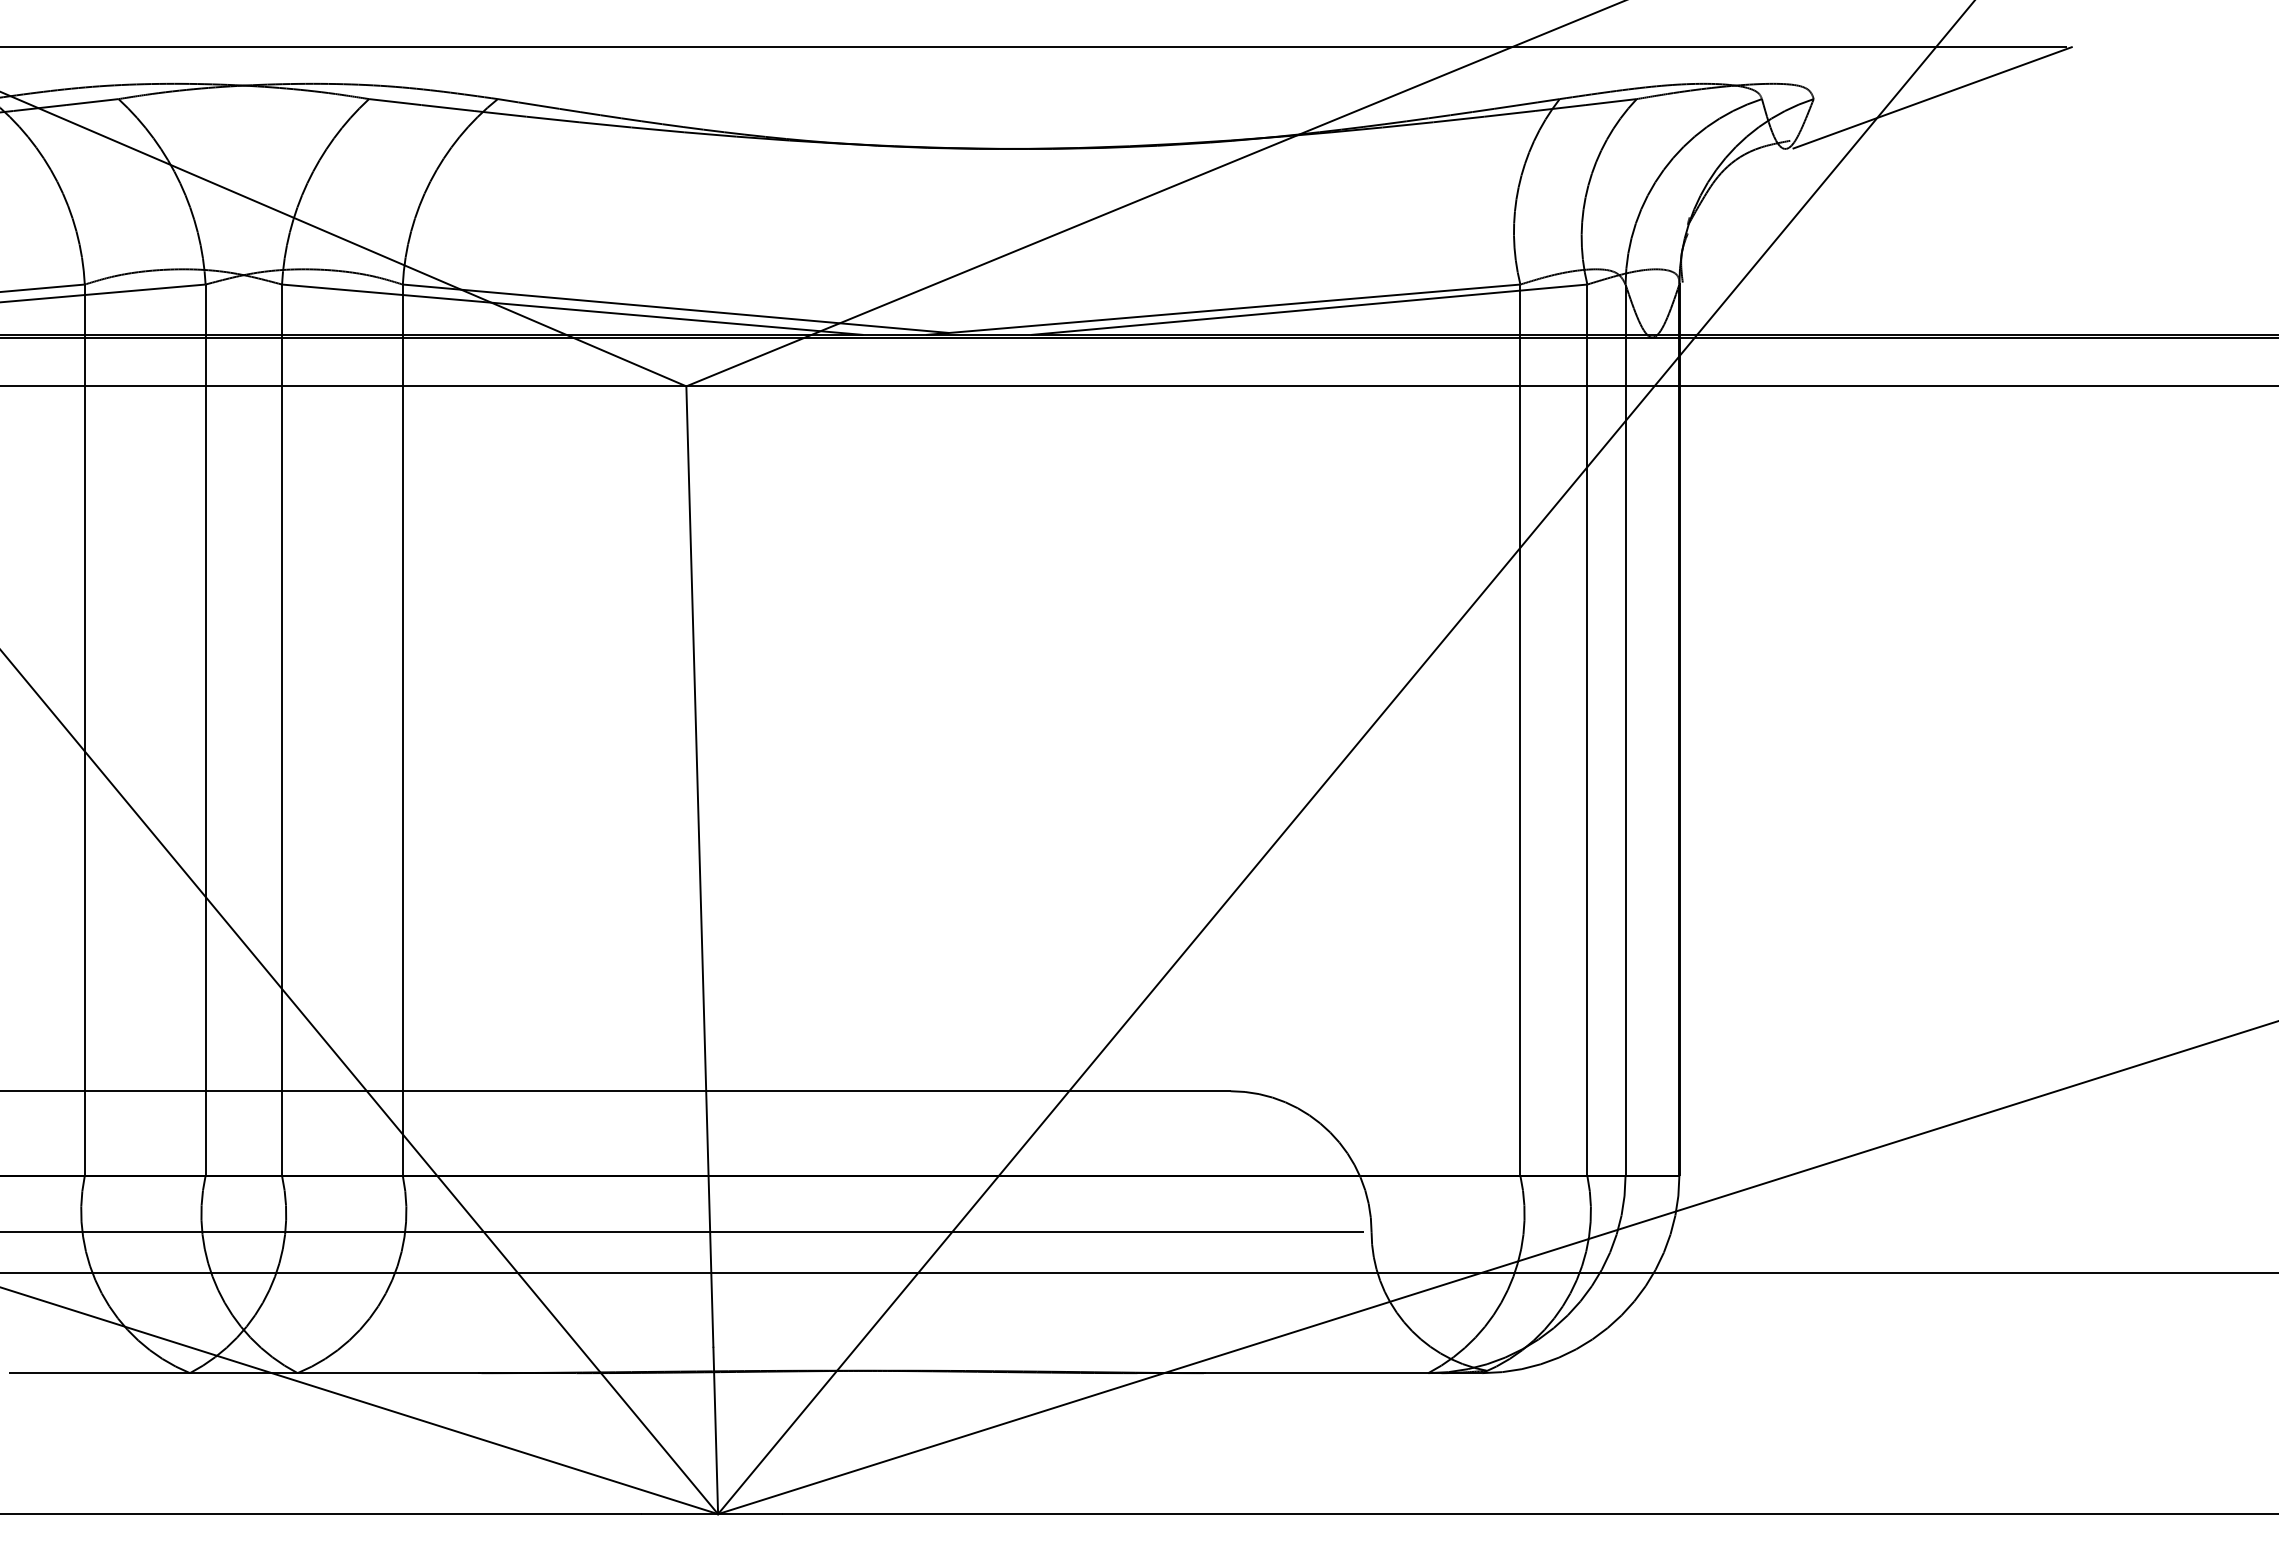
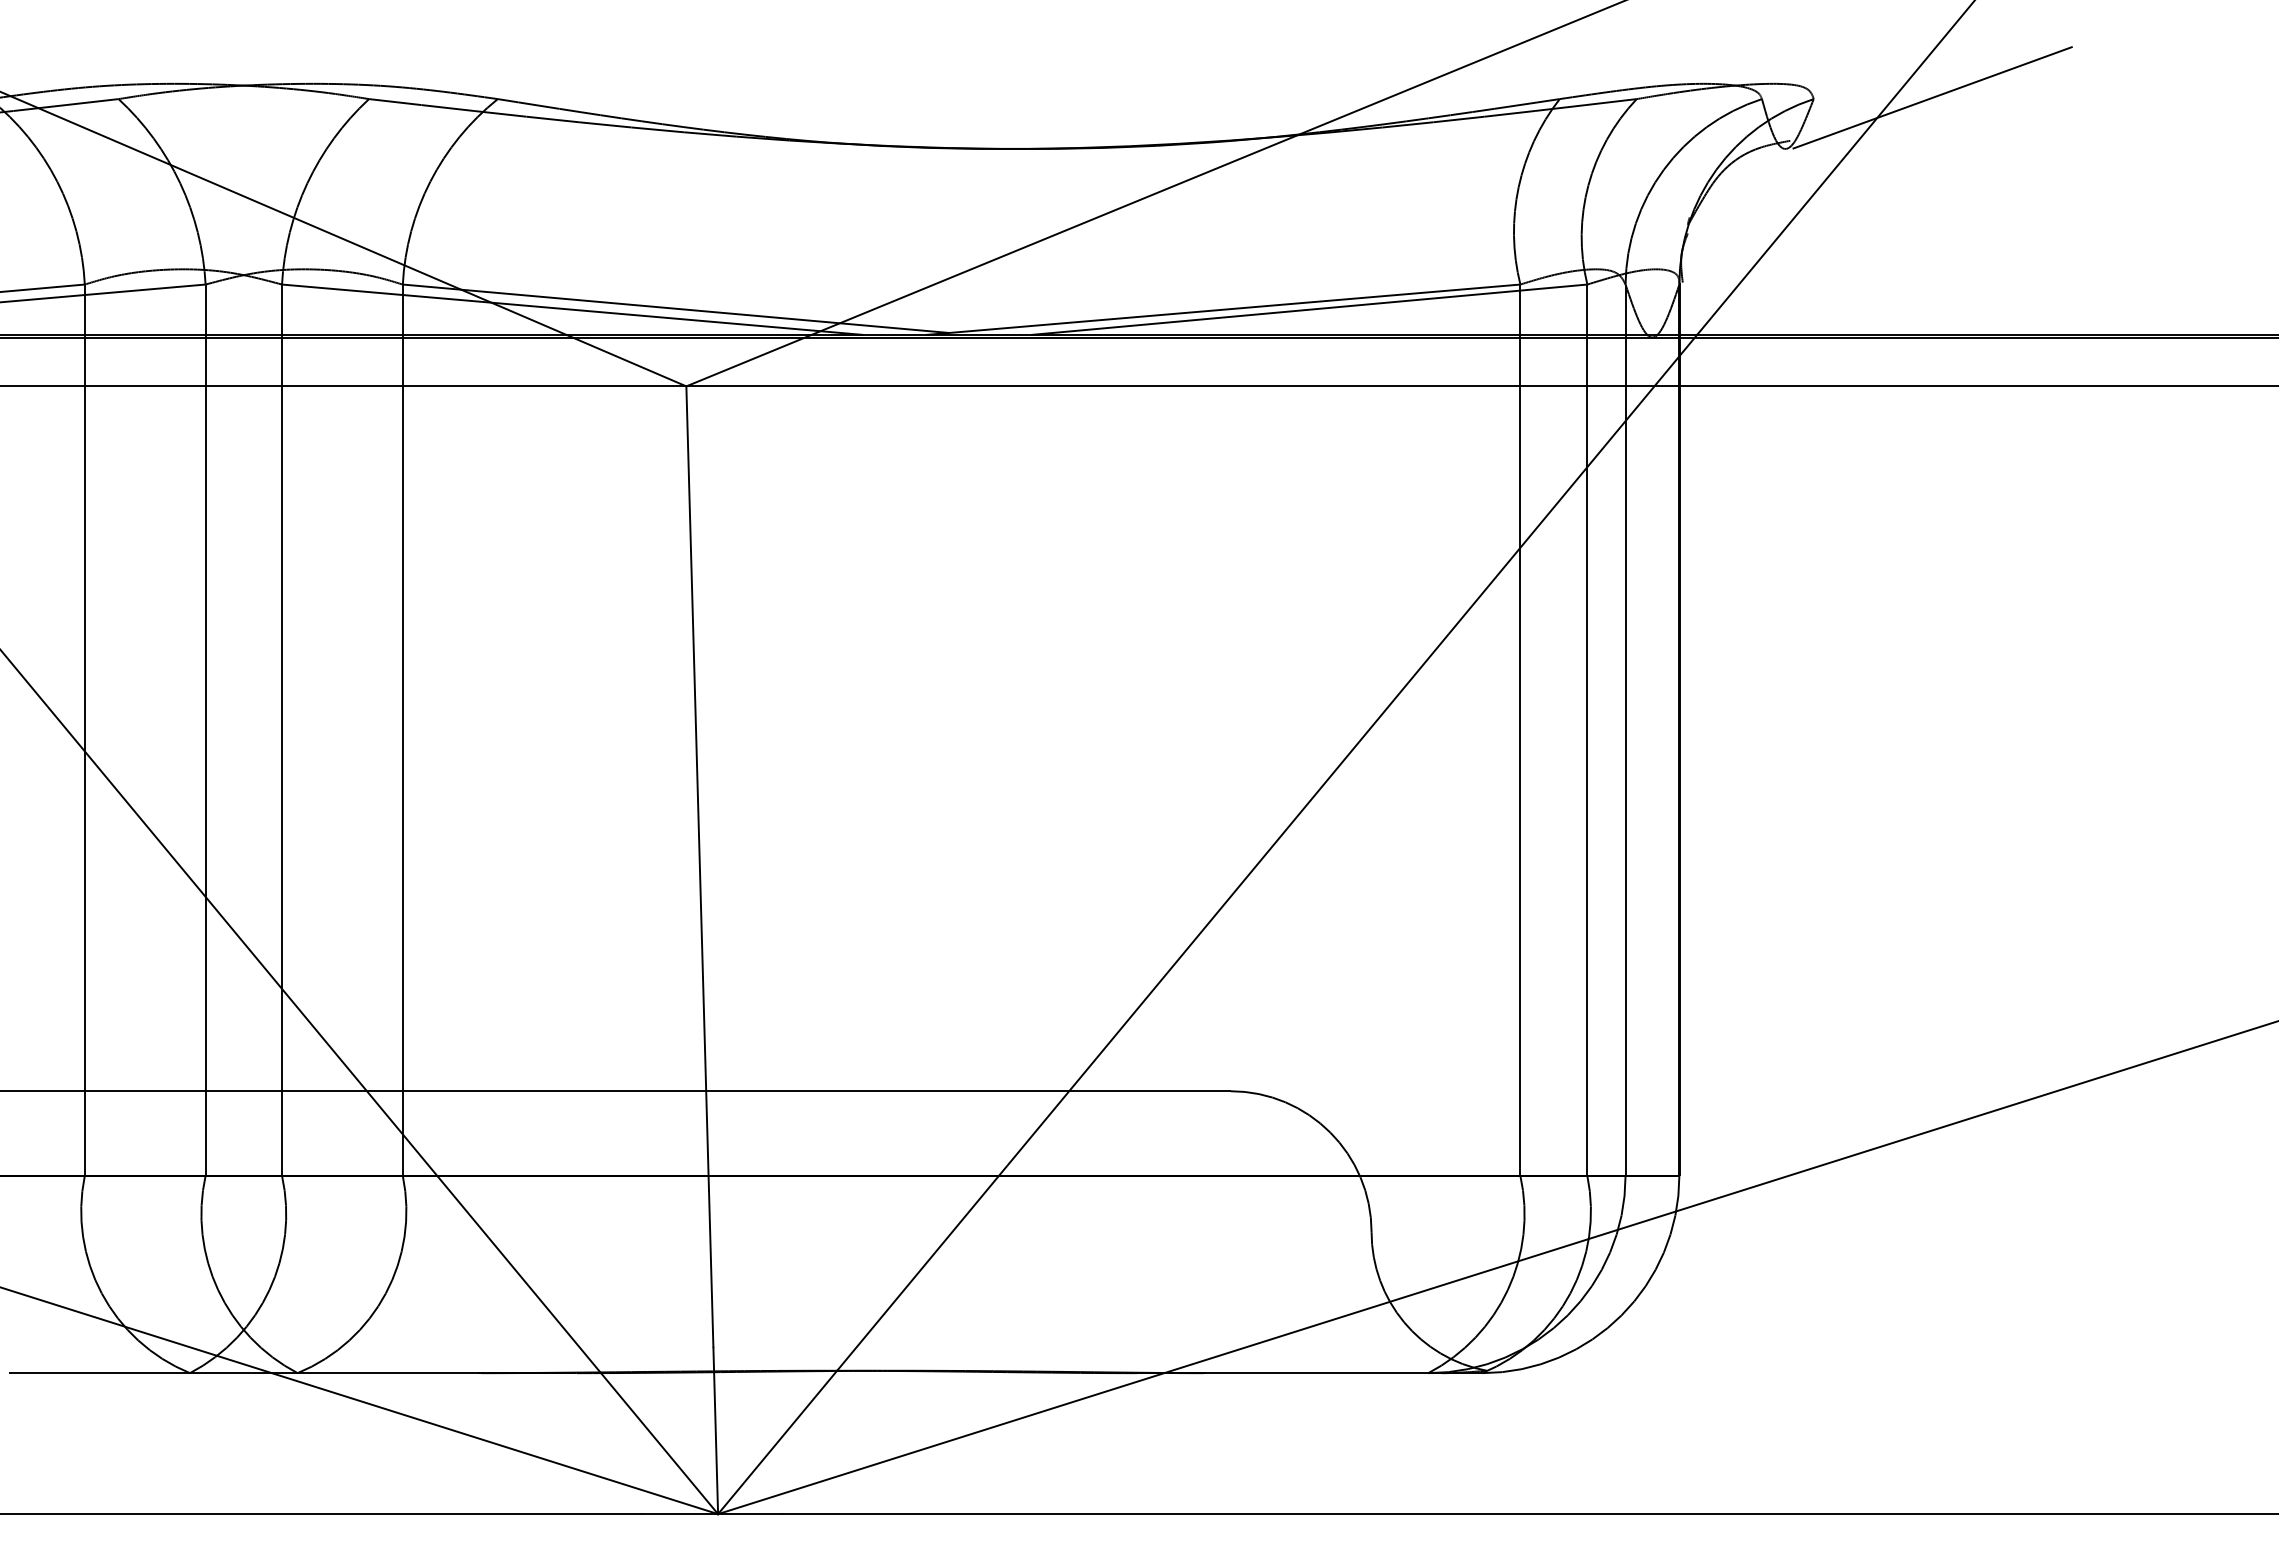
line at (1034, 46): present -> none
line at (683, 1232): present -> none
line at (1138, 1272): present -> none
